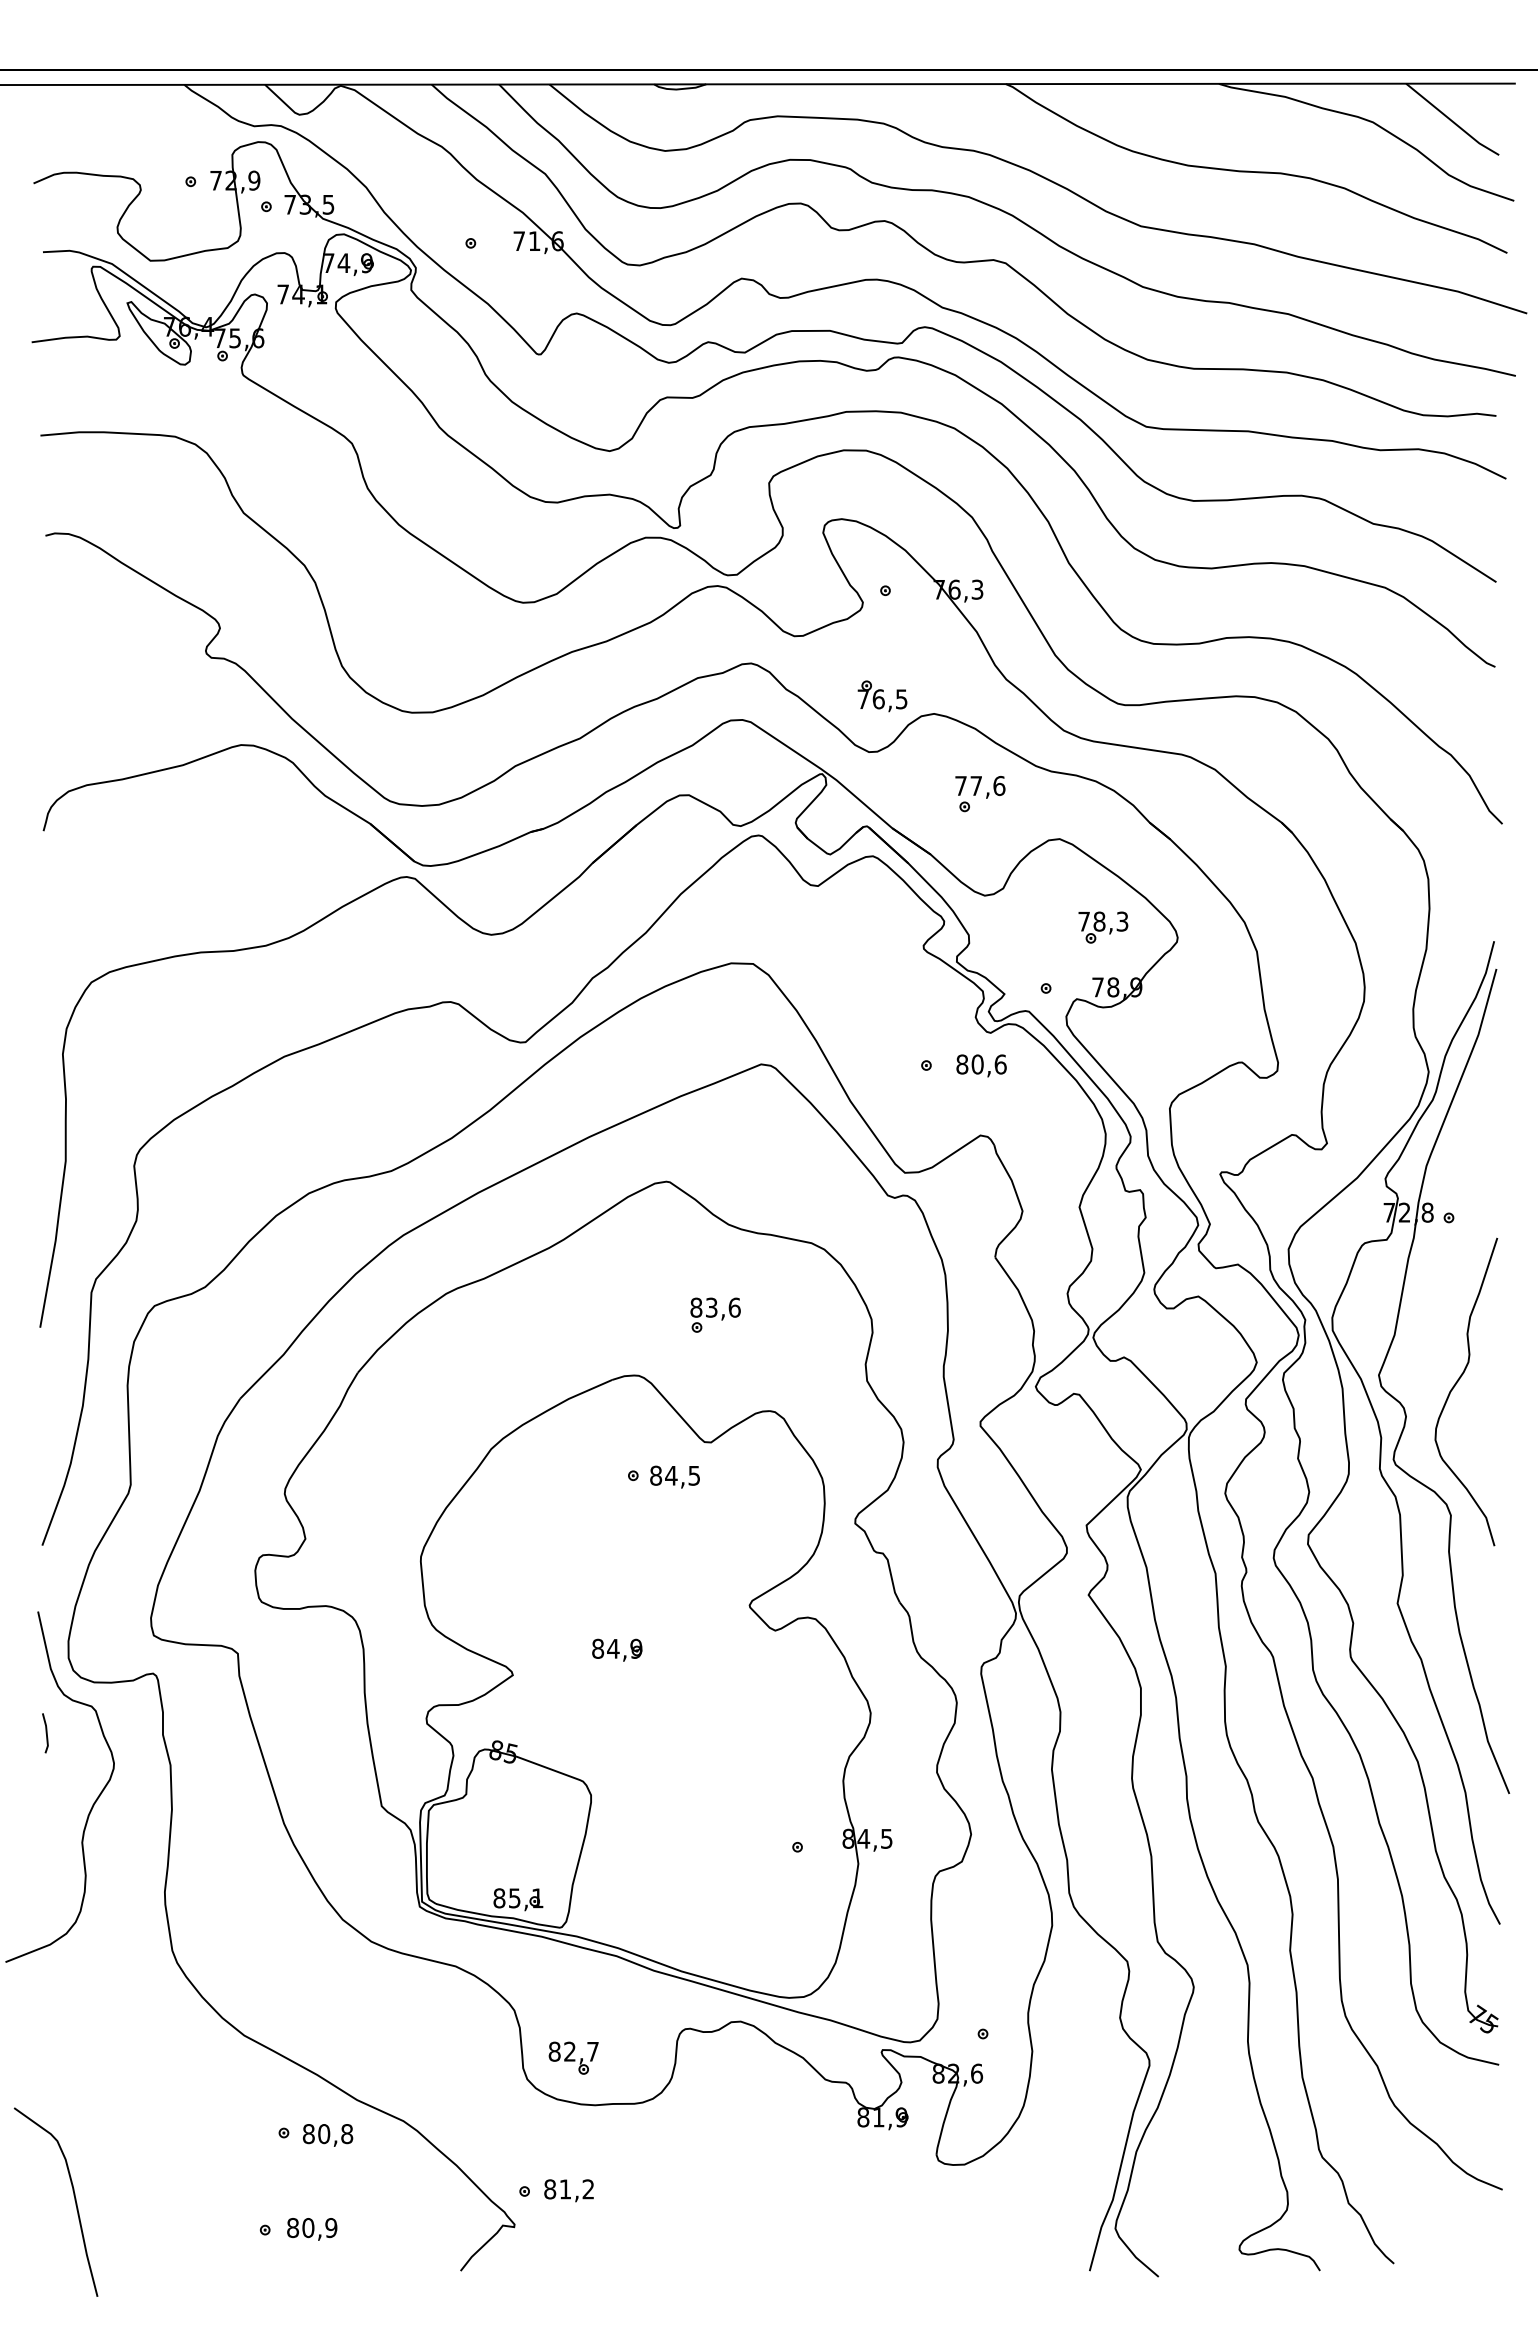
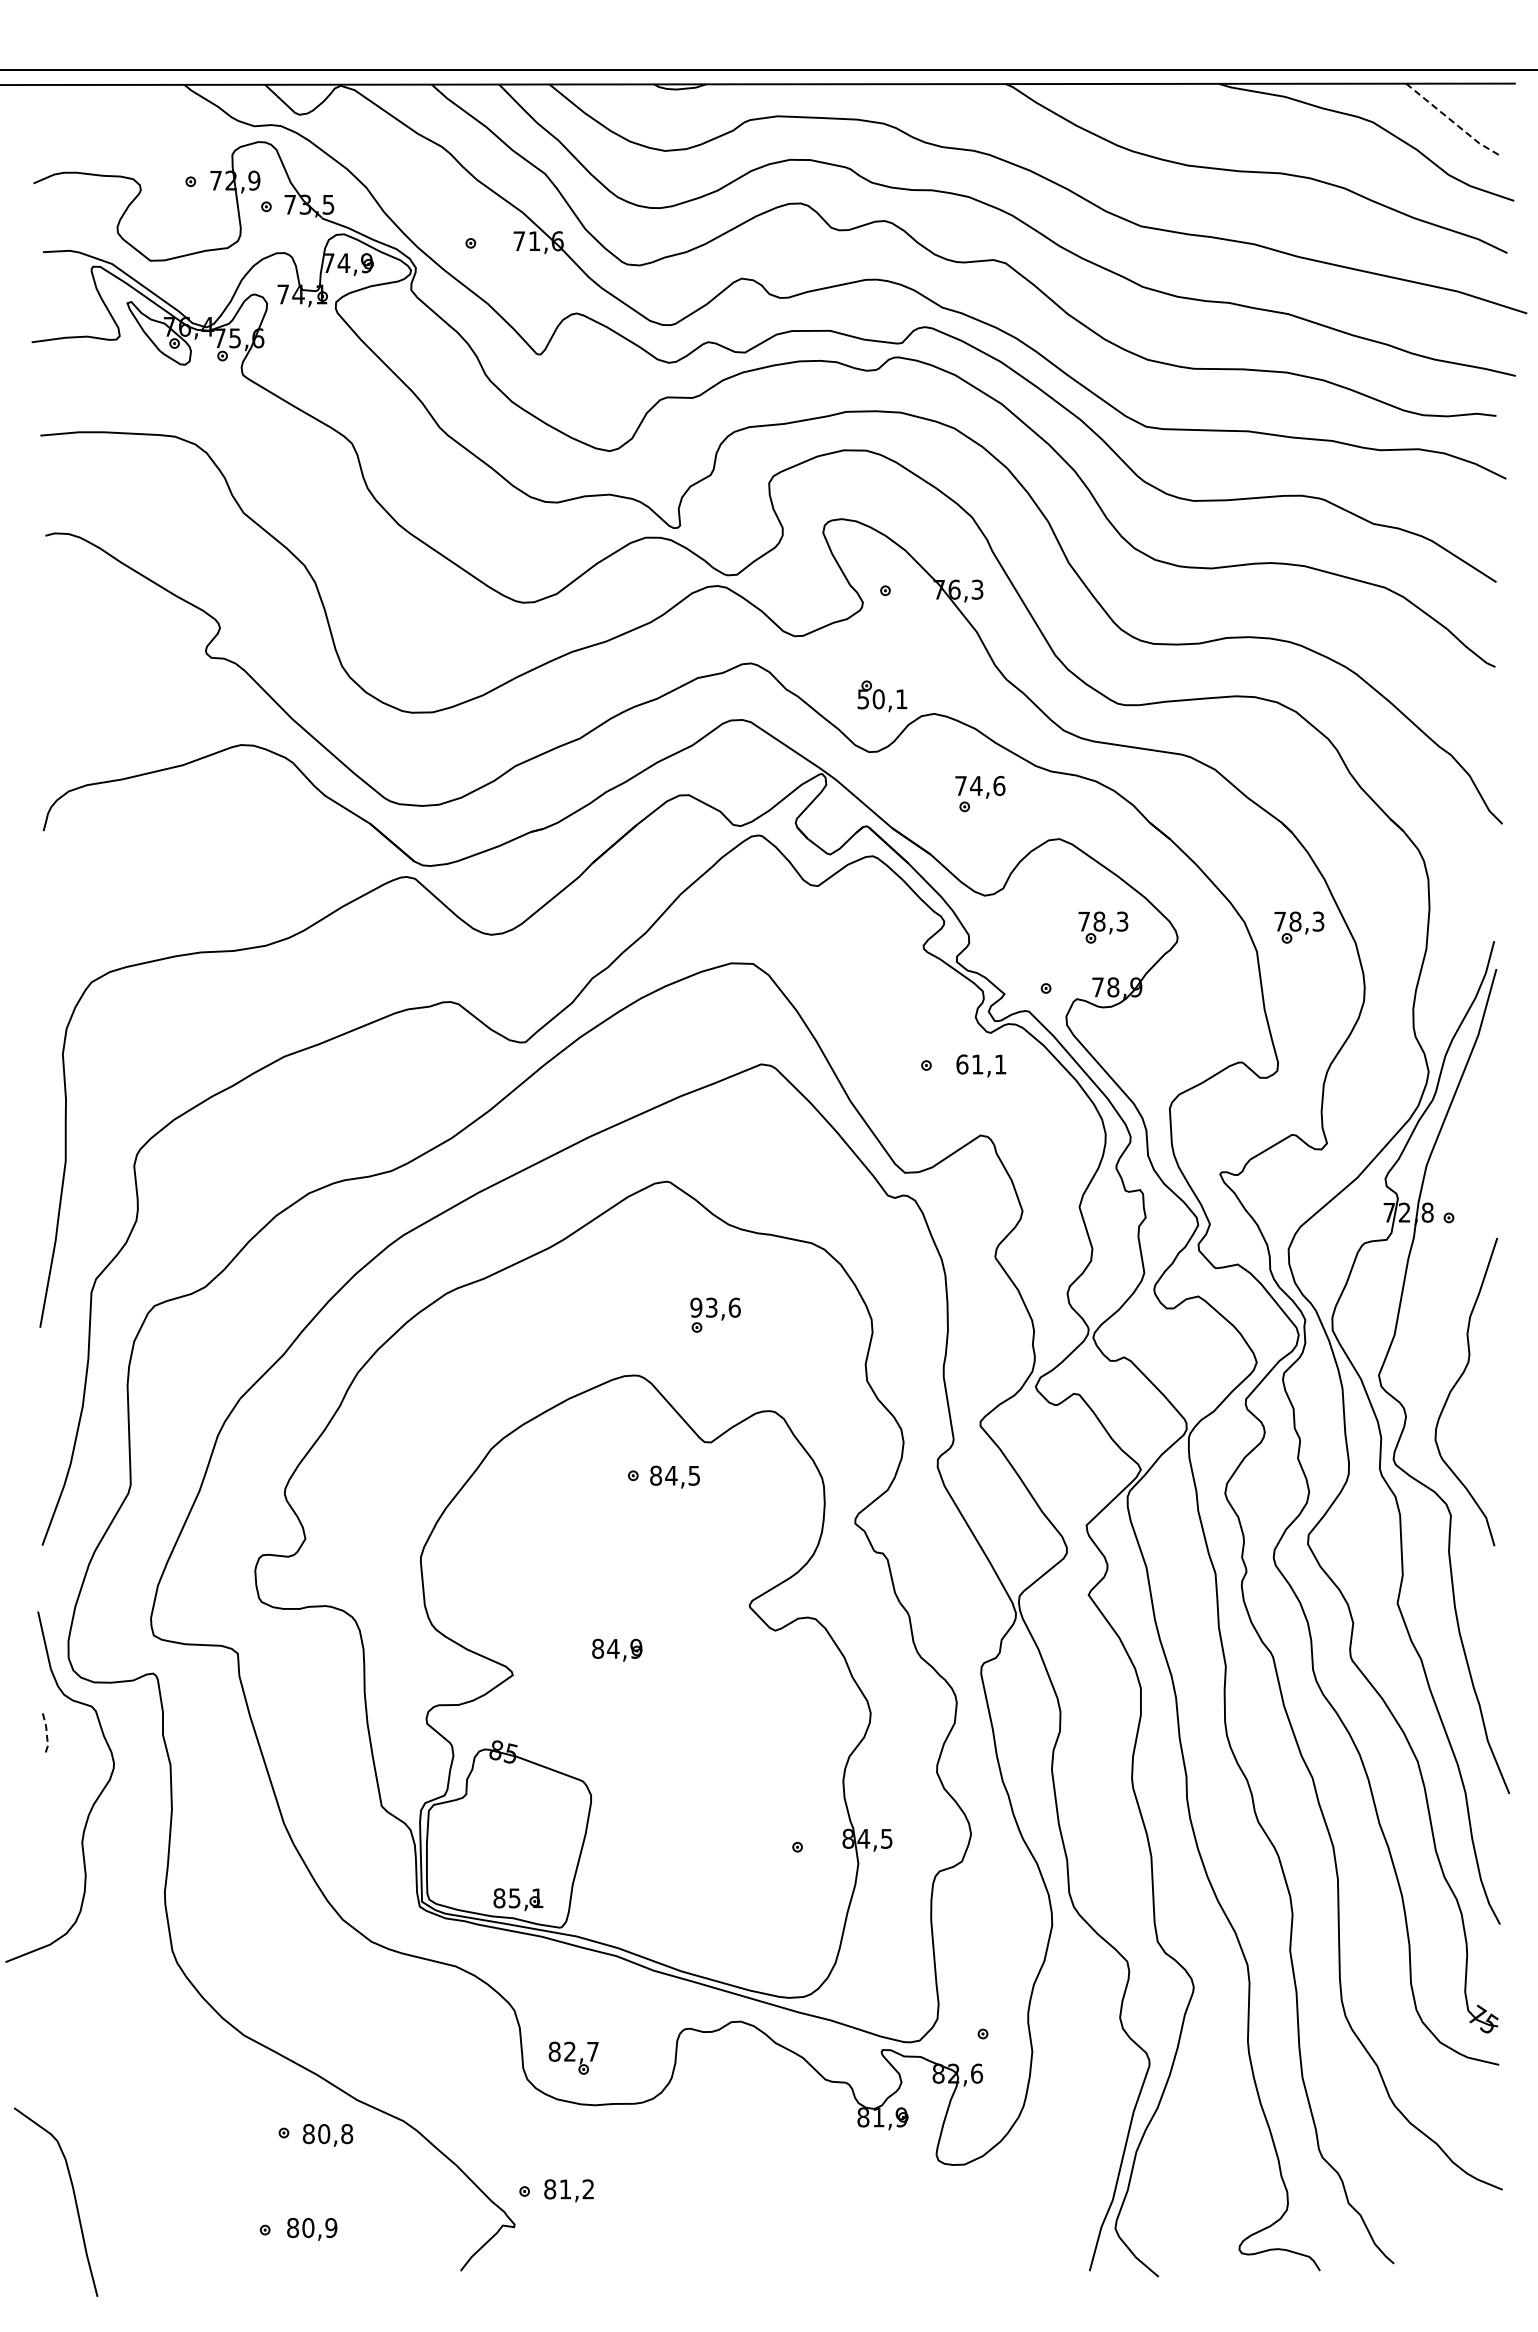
line at (1452, 121): solid -> dashed
text at (882, 699): 76,5 -> 50,1
text at (976, 785): 77,6 -> 74,6
part at (1299, 927): none -> present
text at (981, 1064): 80,6 -> 61,1
text at (696, 1307): 83,6 -> 93,6
line at (46, 1733): solid -> dashed
